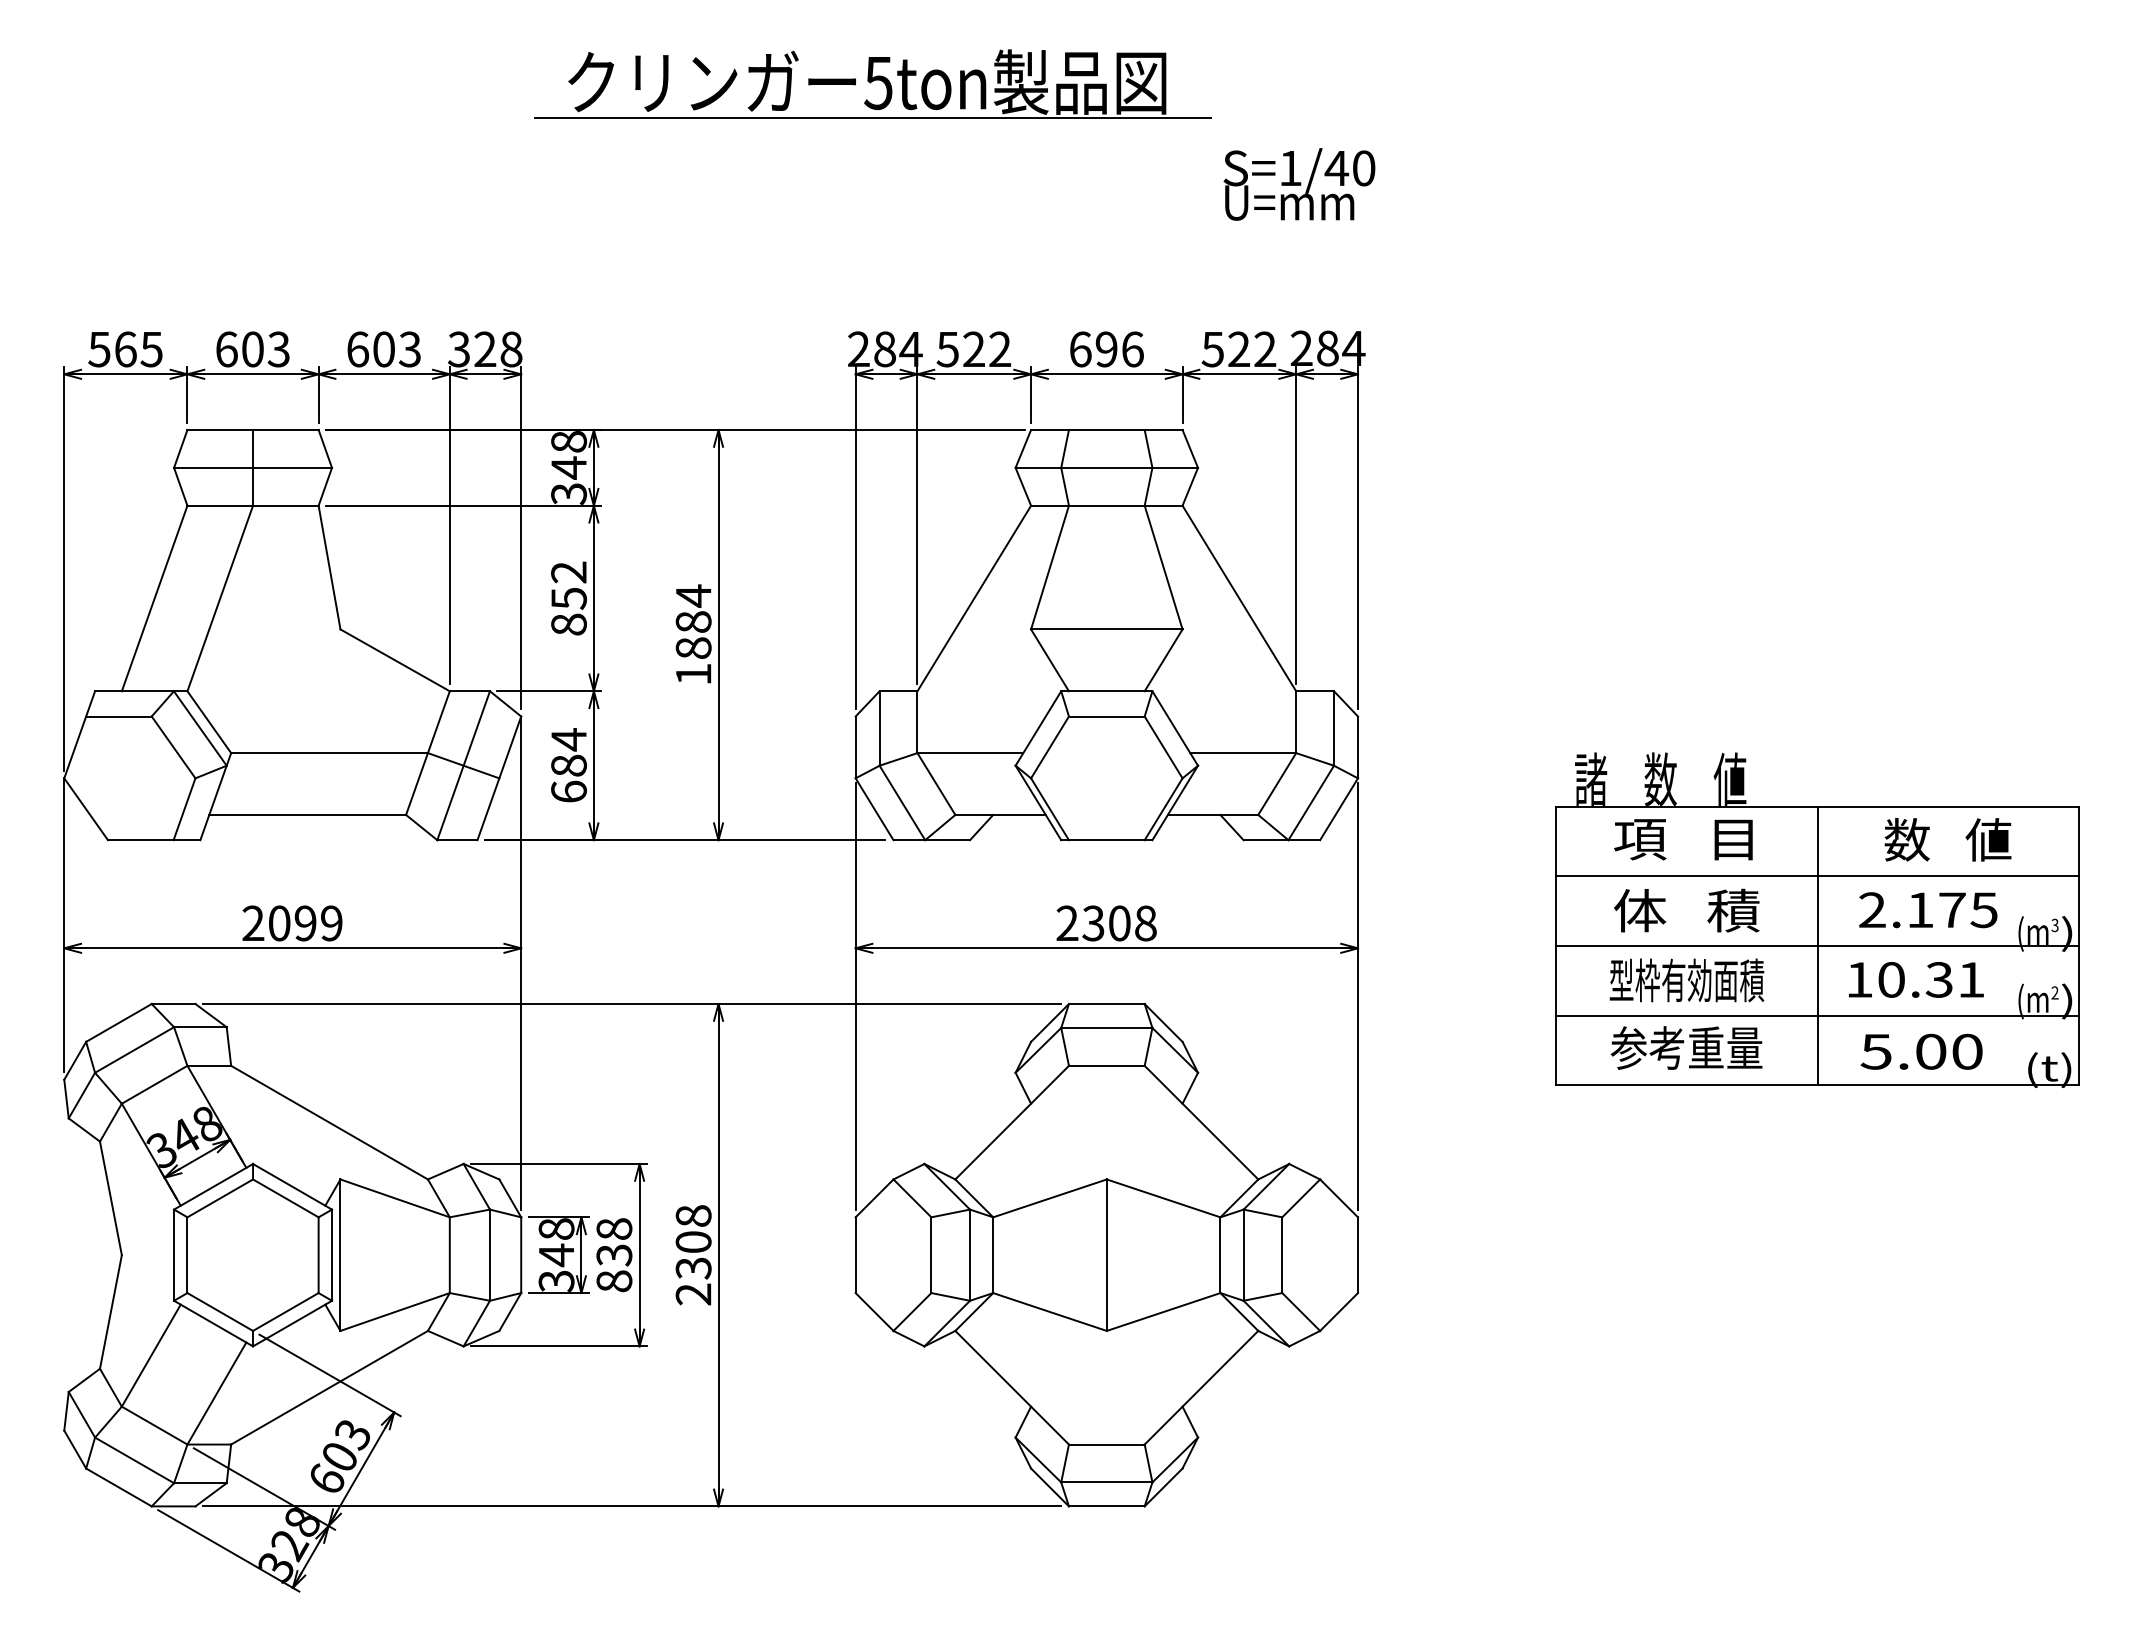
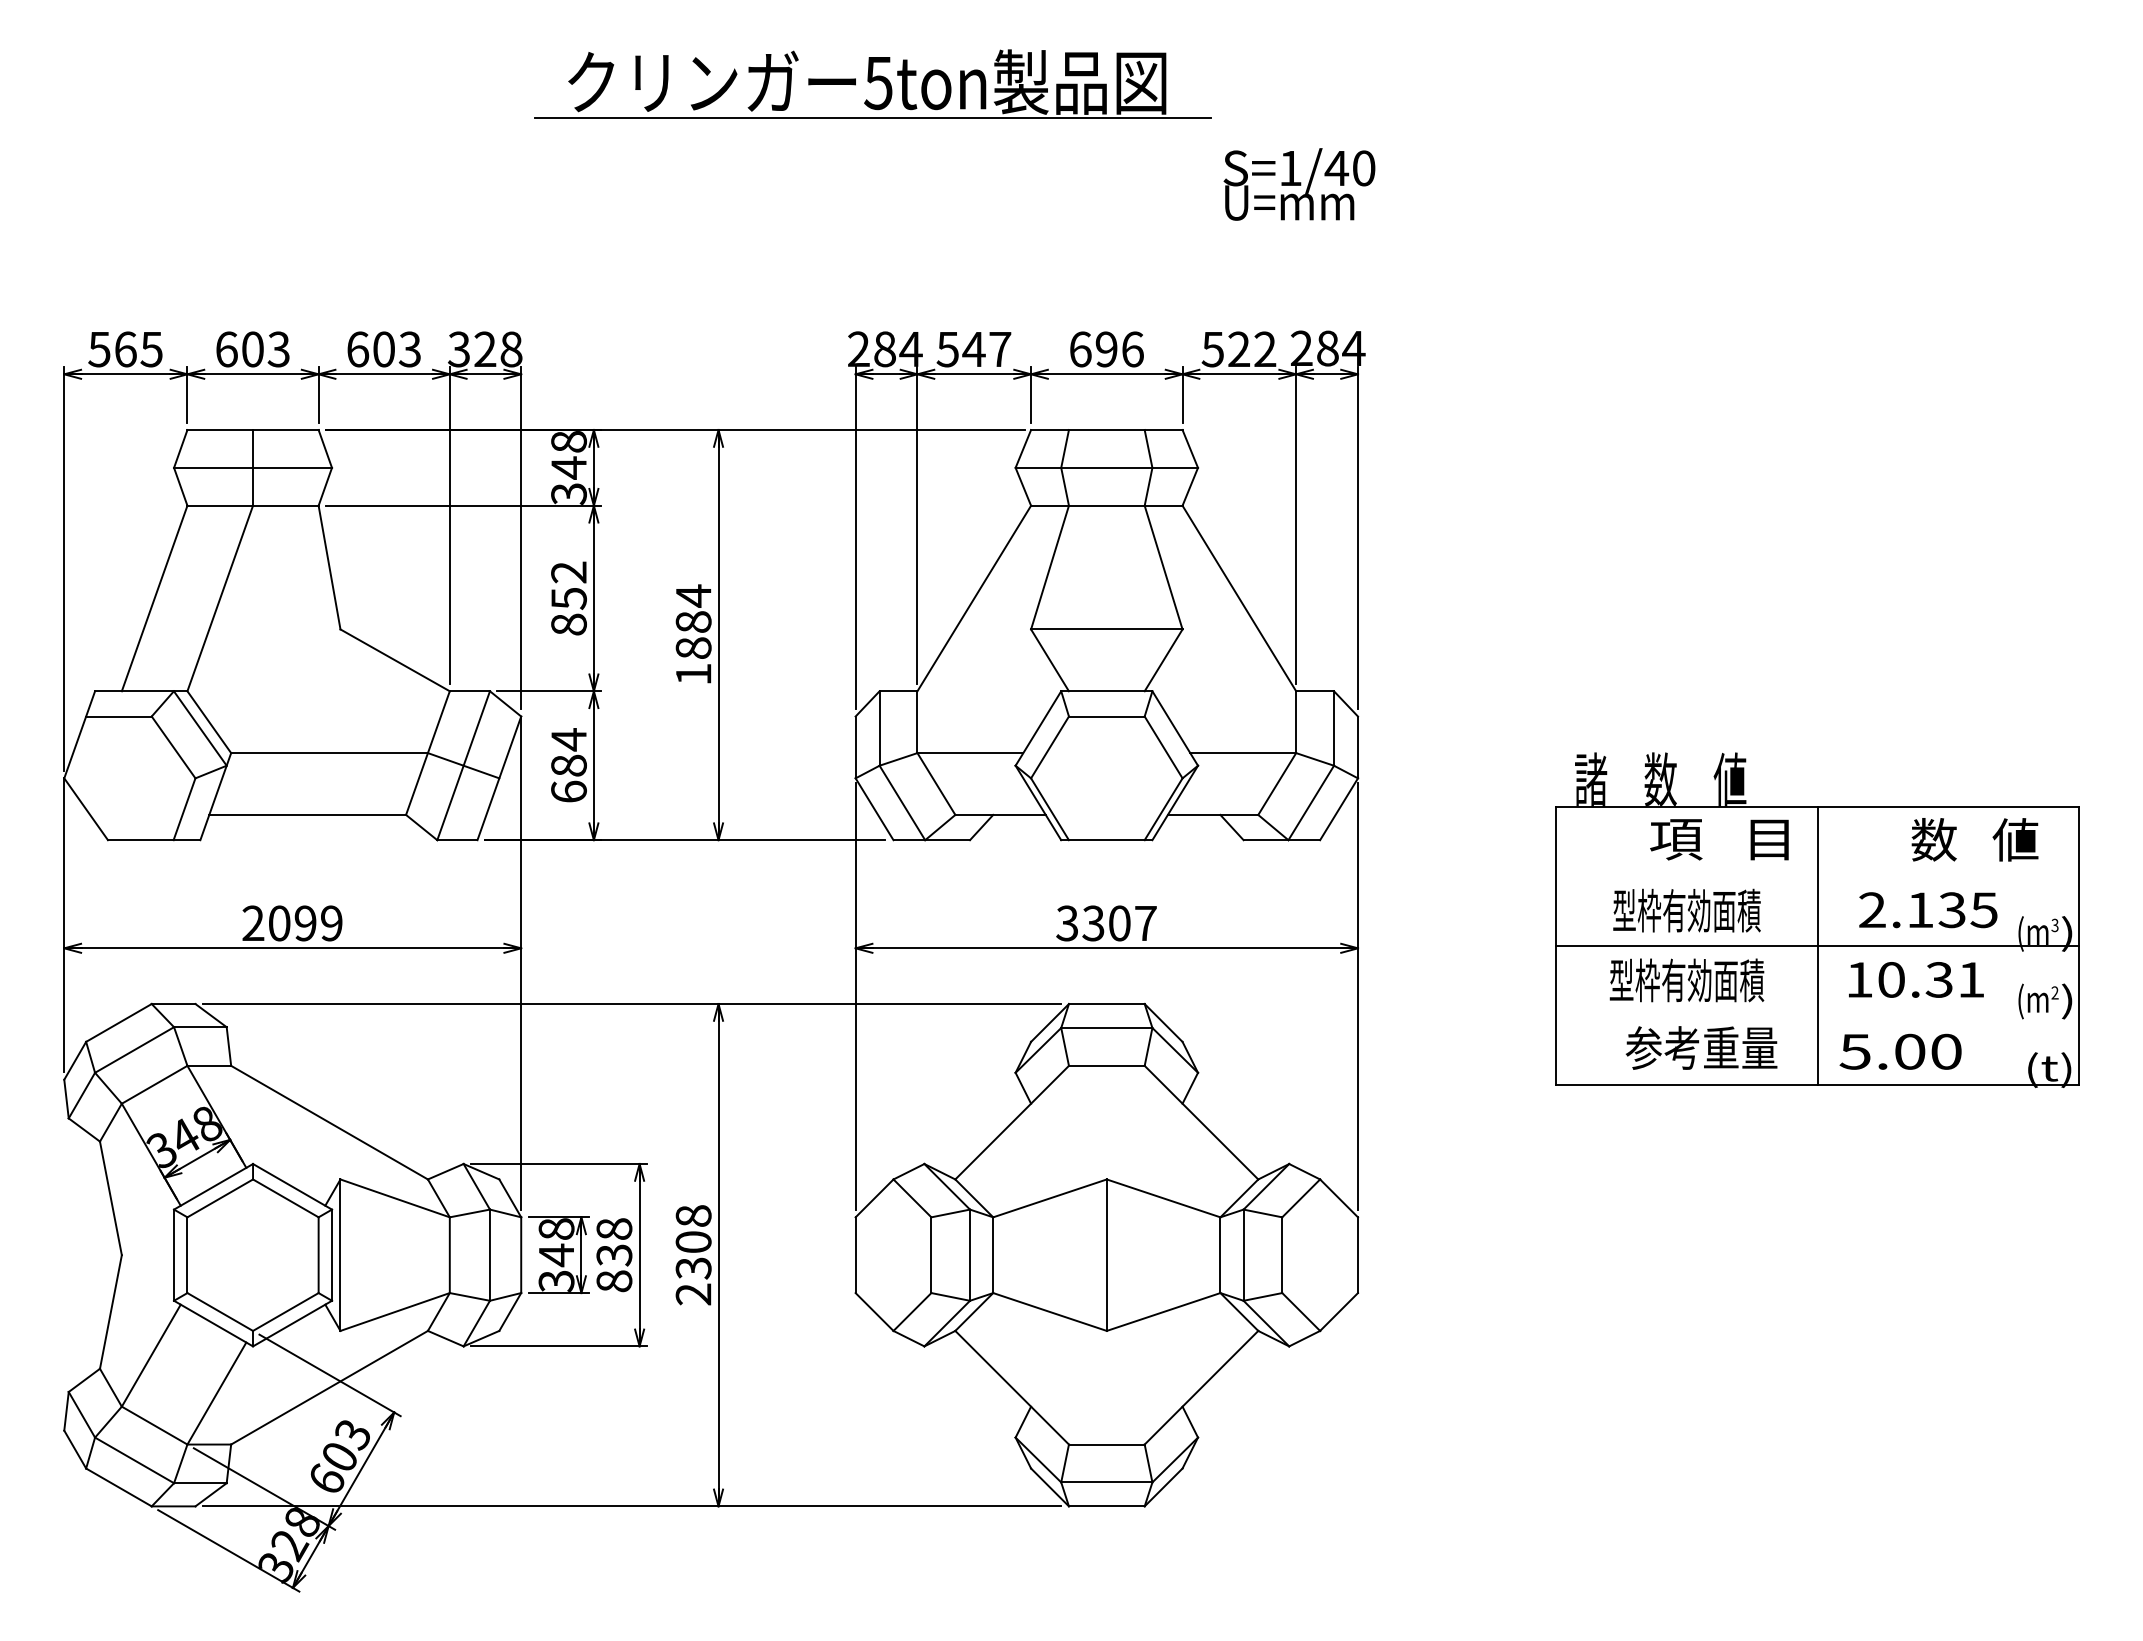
text at (986, 348): 522 -> 547
text at (1683, 839) position: (1683, 839) -> (1719, 839)
text at (1947, 839) position: (1947, 839) -> (1974, 839)
line at (1817, 876): present -> none
text at (1686, 910): 体   積 -> 型枠有効面積
text at (1951, 910): 2.175 -> 2.135
text at (1106, 923): 2308 -> 3307
line at (1817, 1015): present -> none
text at (1686, 1047) position: (1686, 1047) -> (1701, 1047)
text at (1921, 1051) position: (1921, 1051) -> (1900, 1051)
